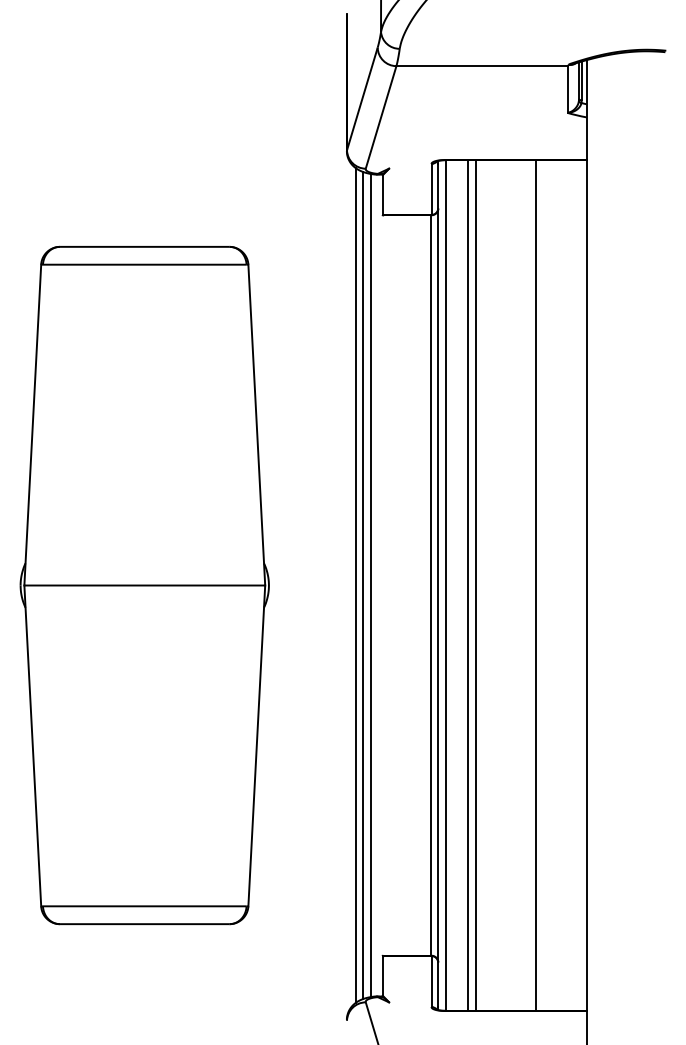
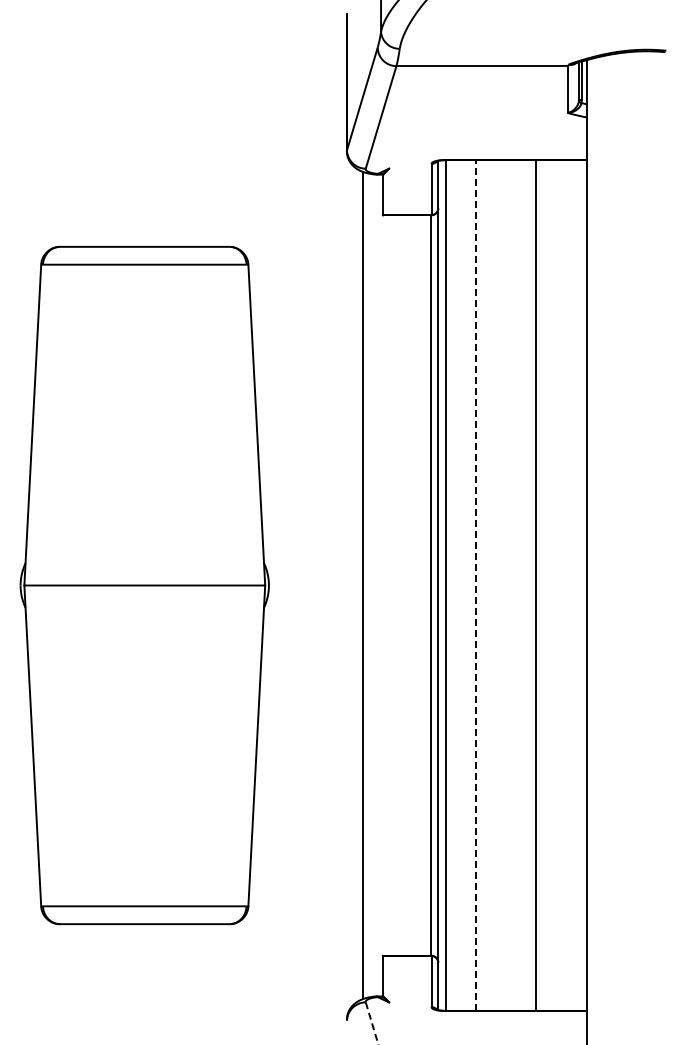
line at (355, 585): present -> none
line at (370, 585): present -> none
line at (468, 585): present -> none
line at (475, 585): solid -> dashed
line at (372, 1023): solid -> dashed
